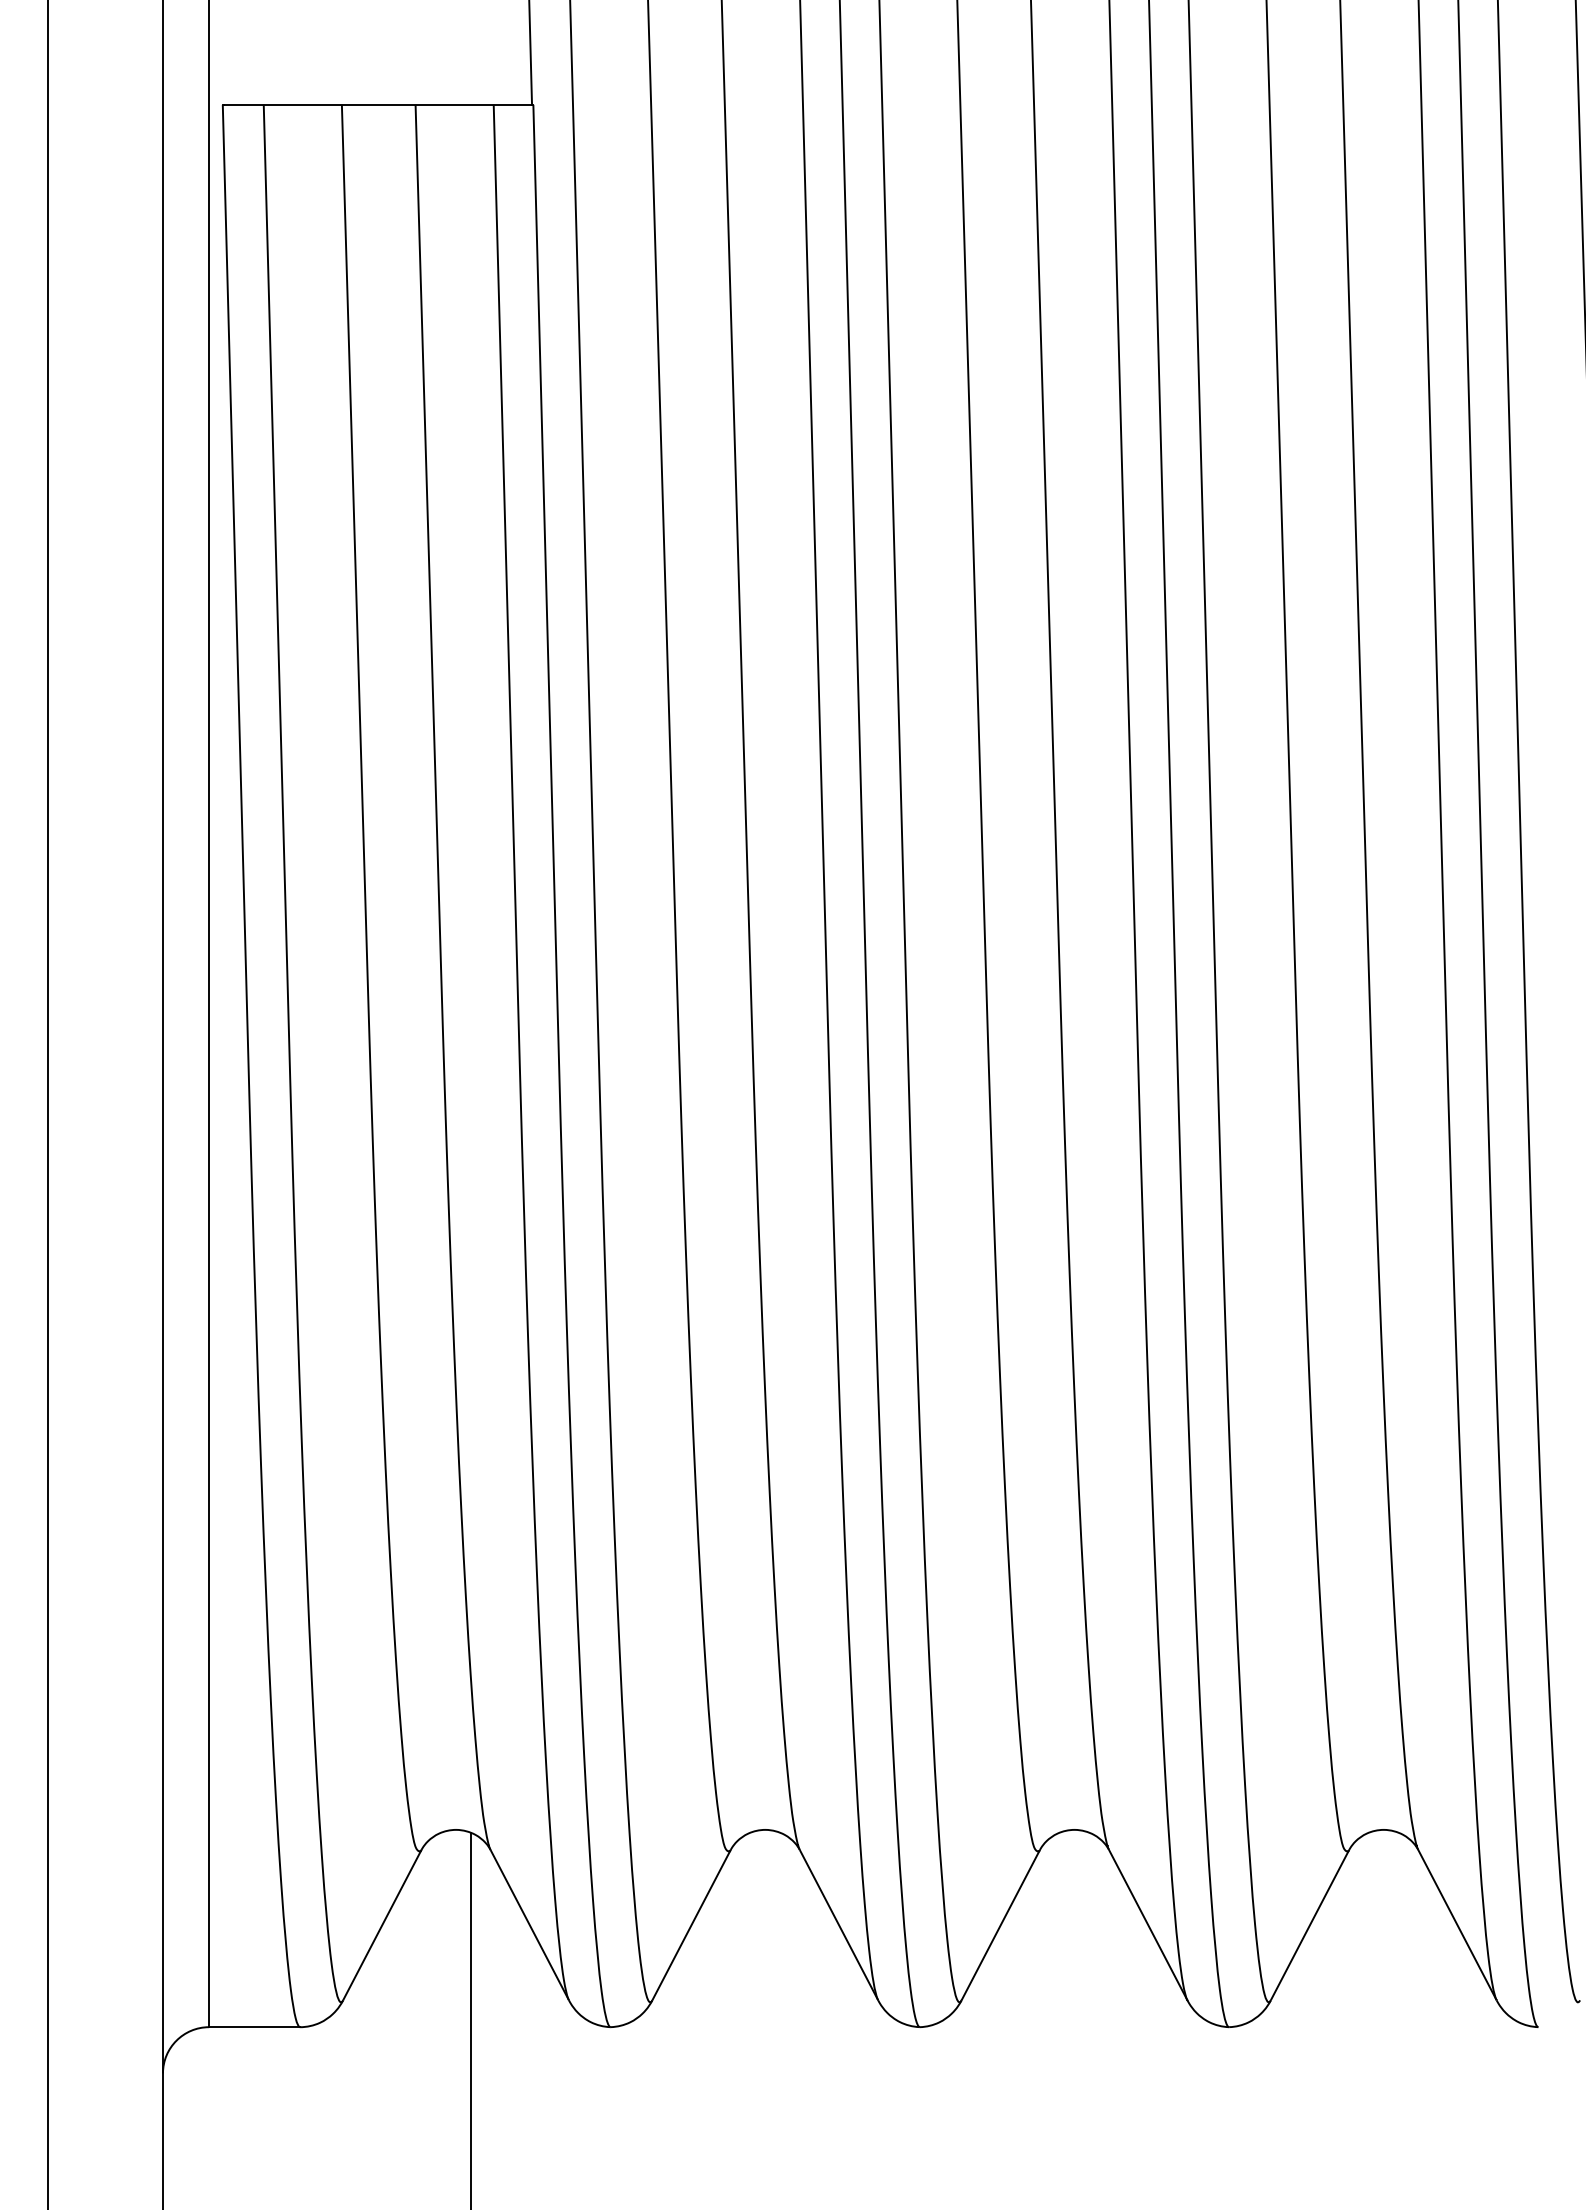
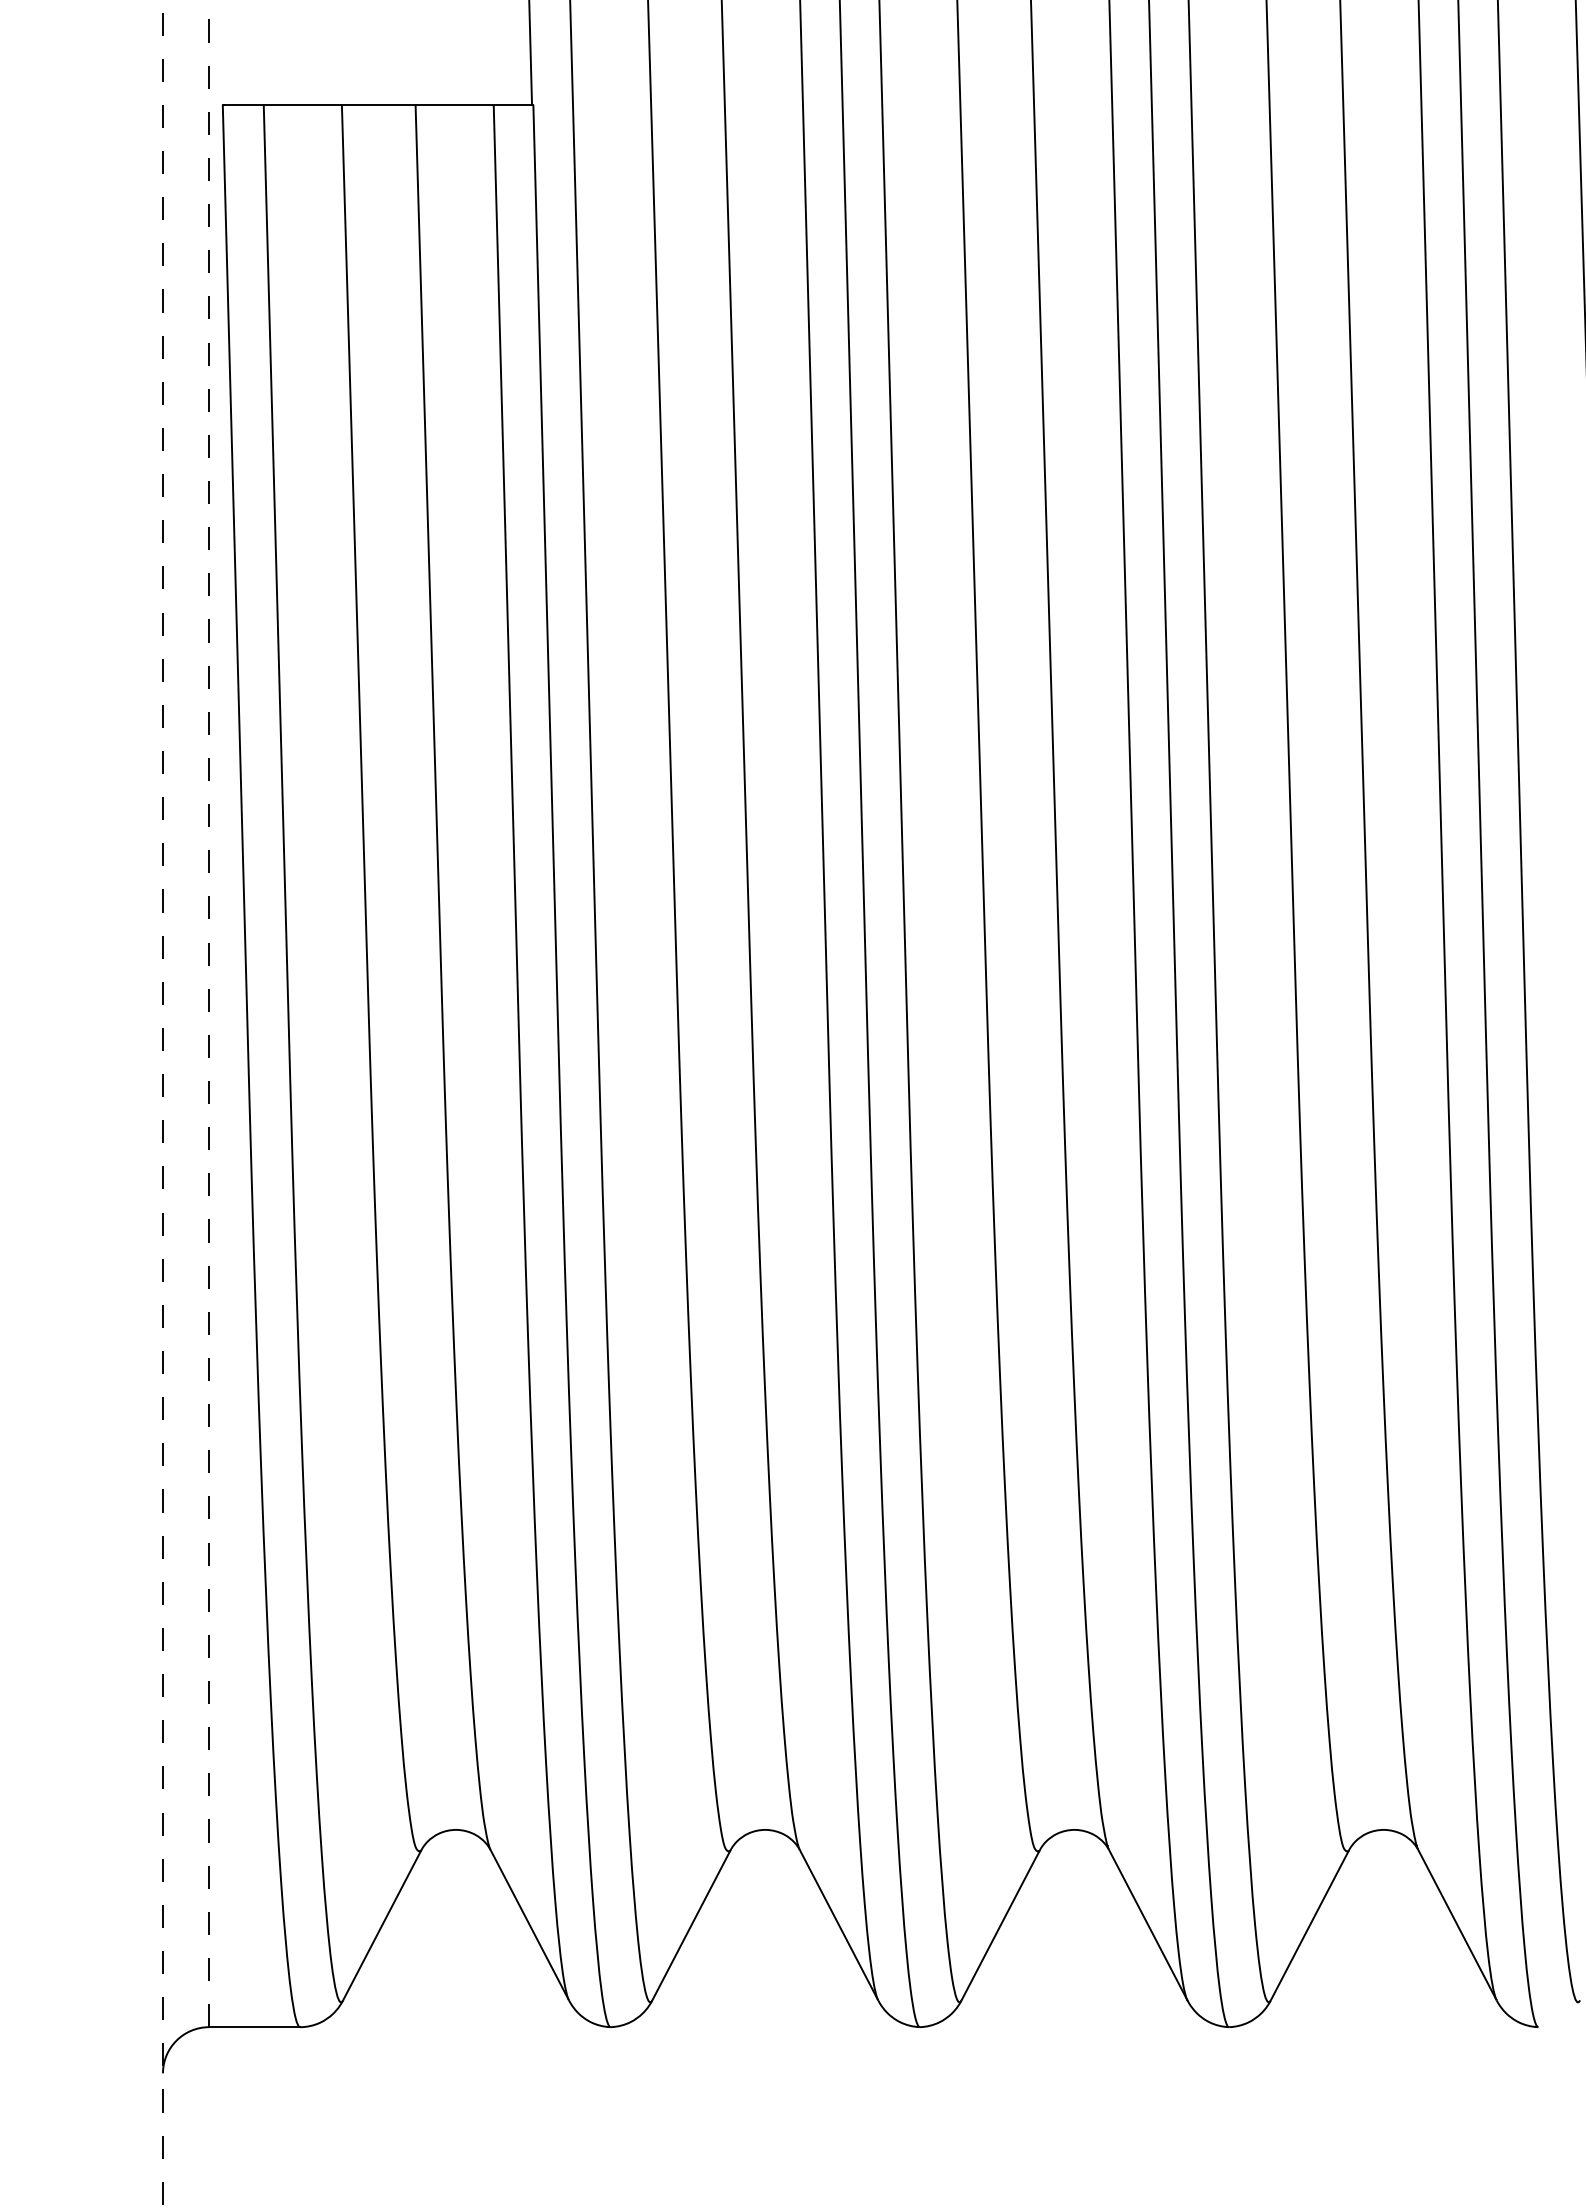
line at (209, 1013): solid -> dashed
line at (47, 1104): present -> none
line at (162, 1104): solid -> dashed
line at (470, 2019): present -> none
